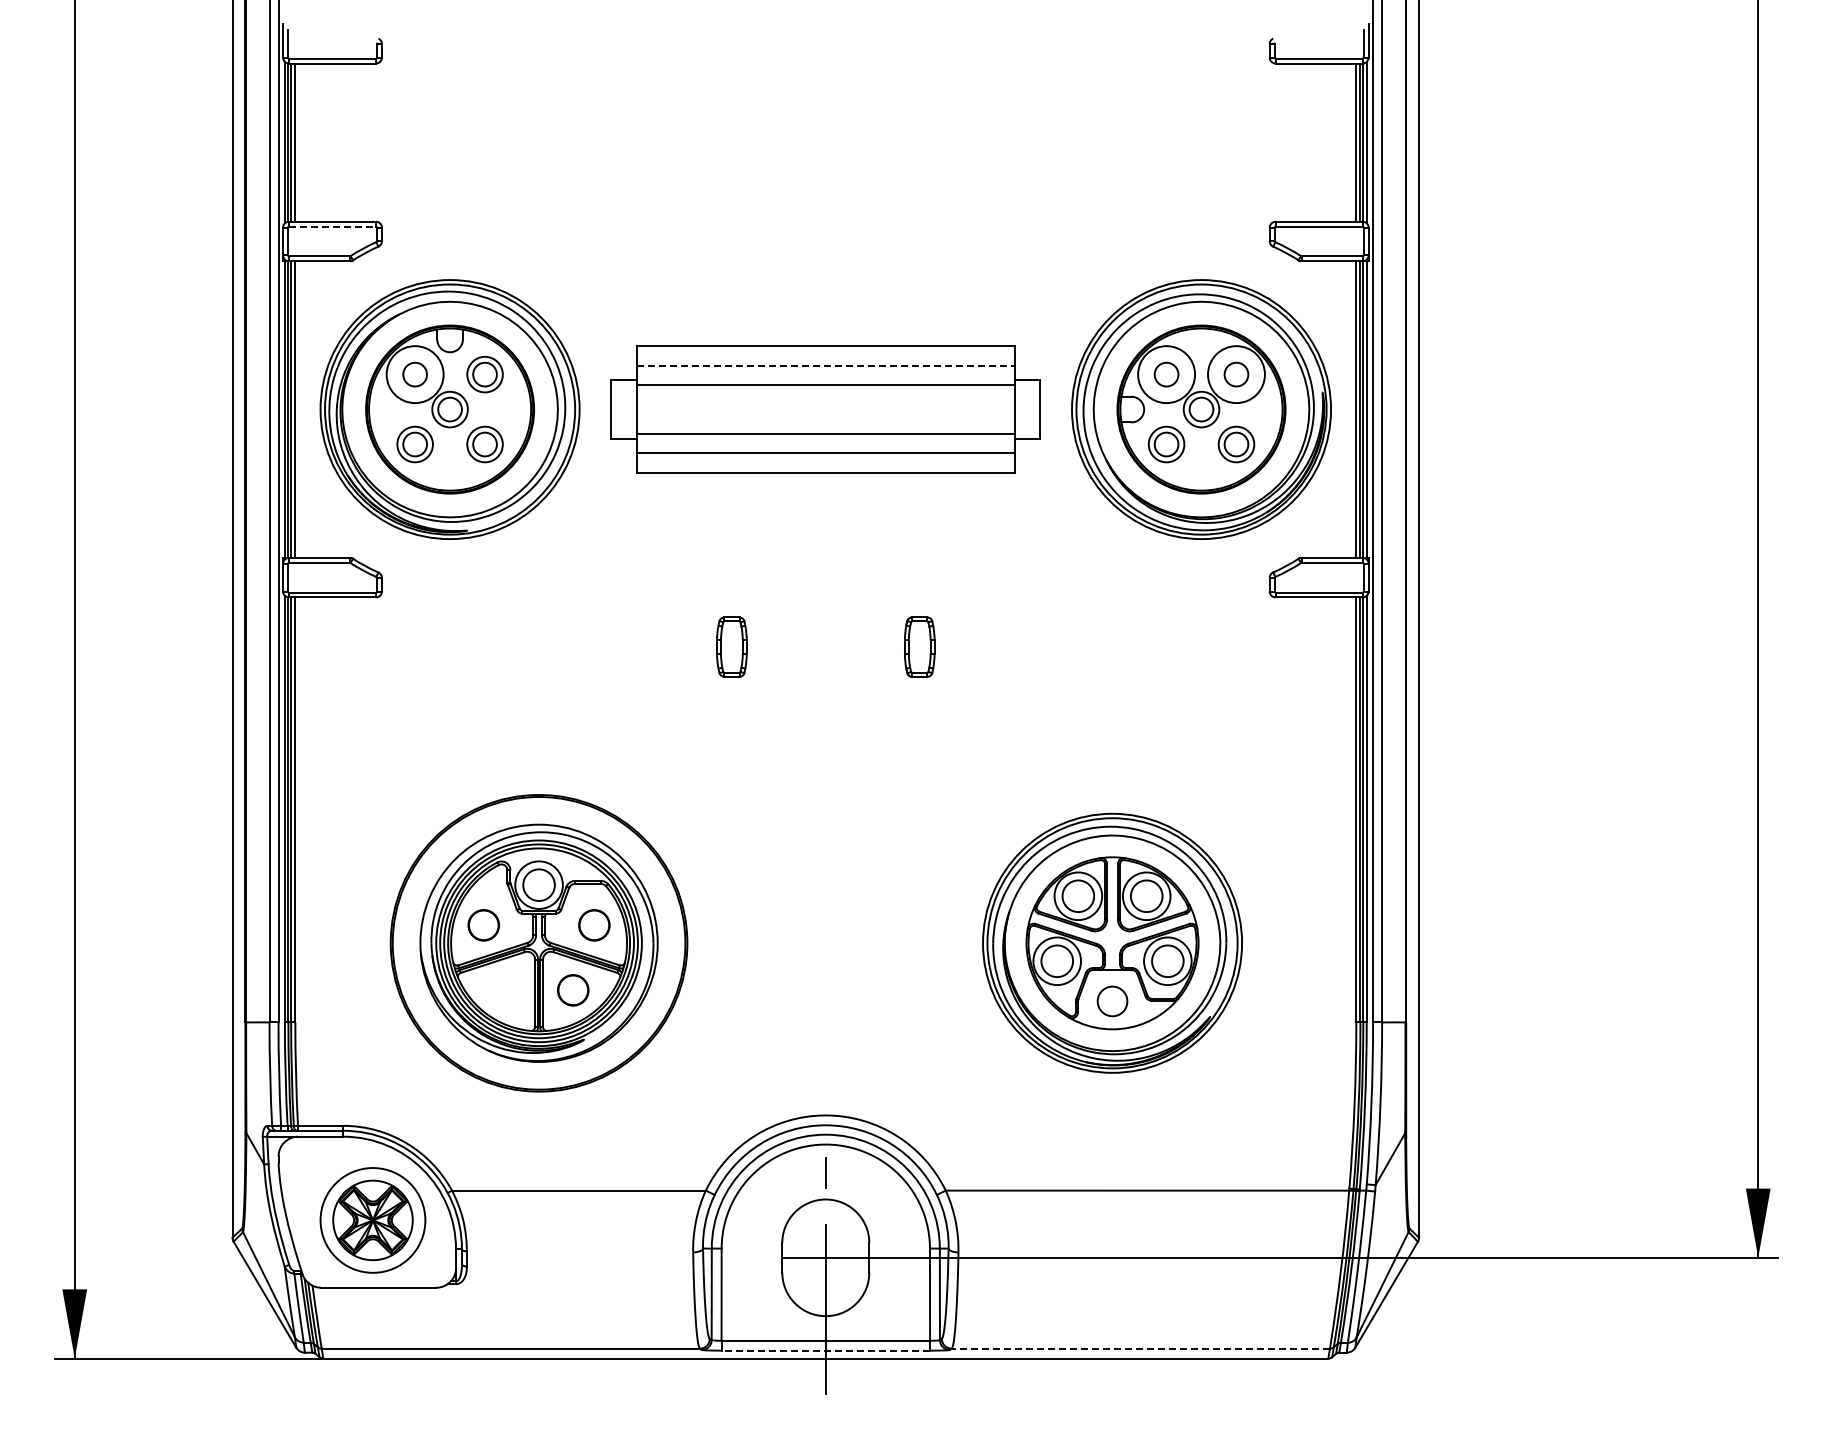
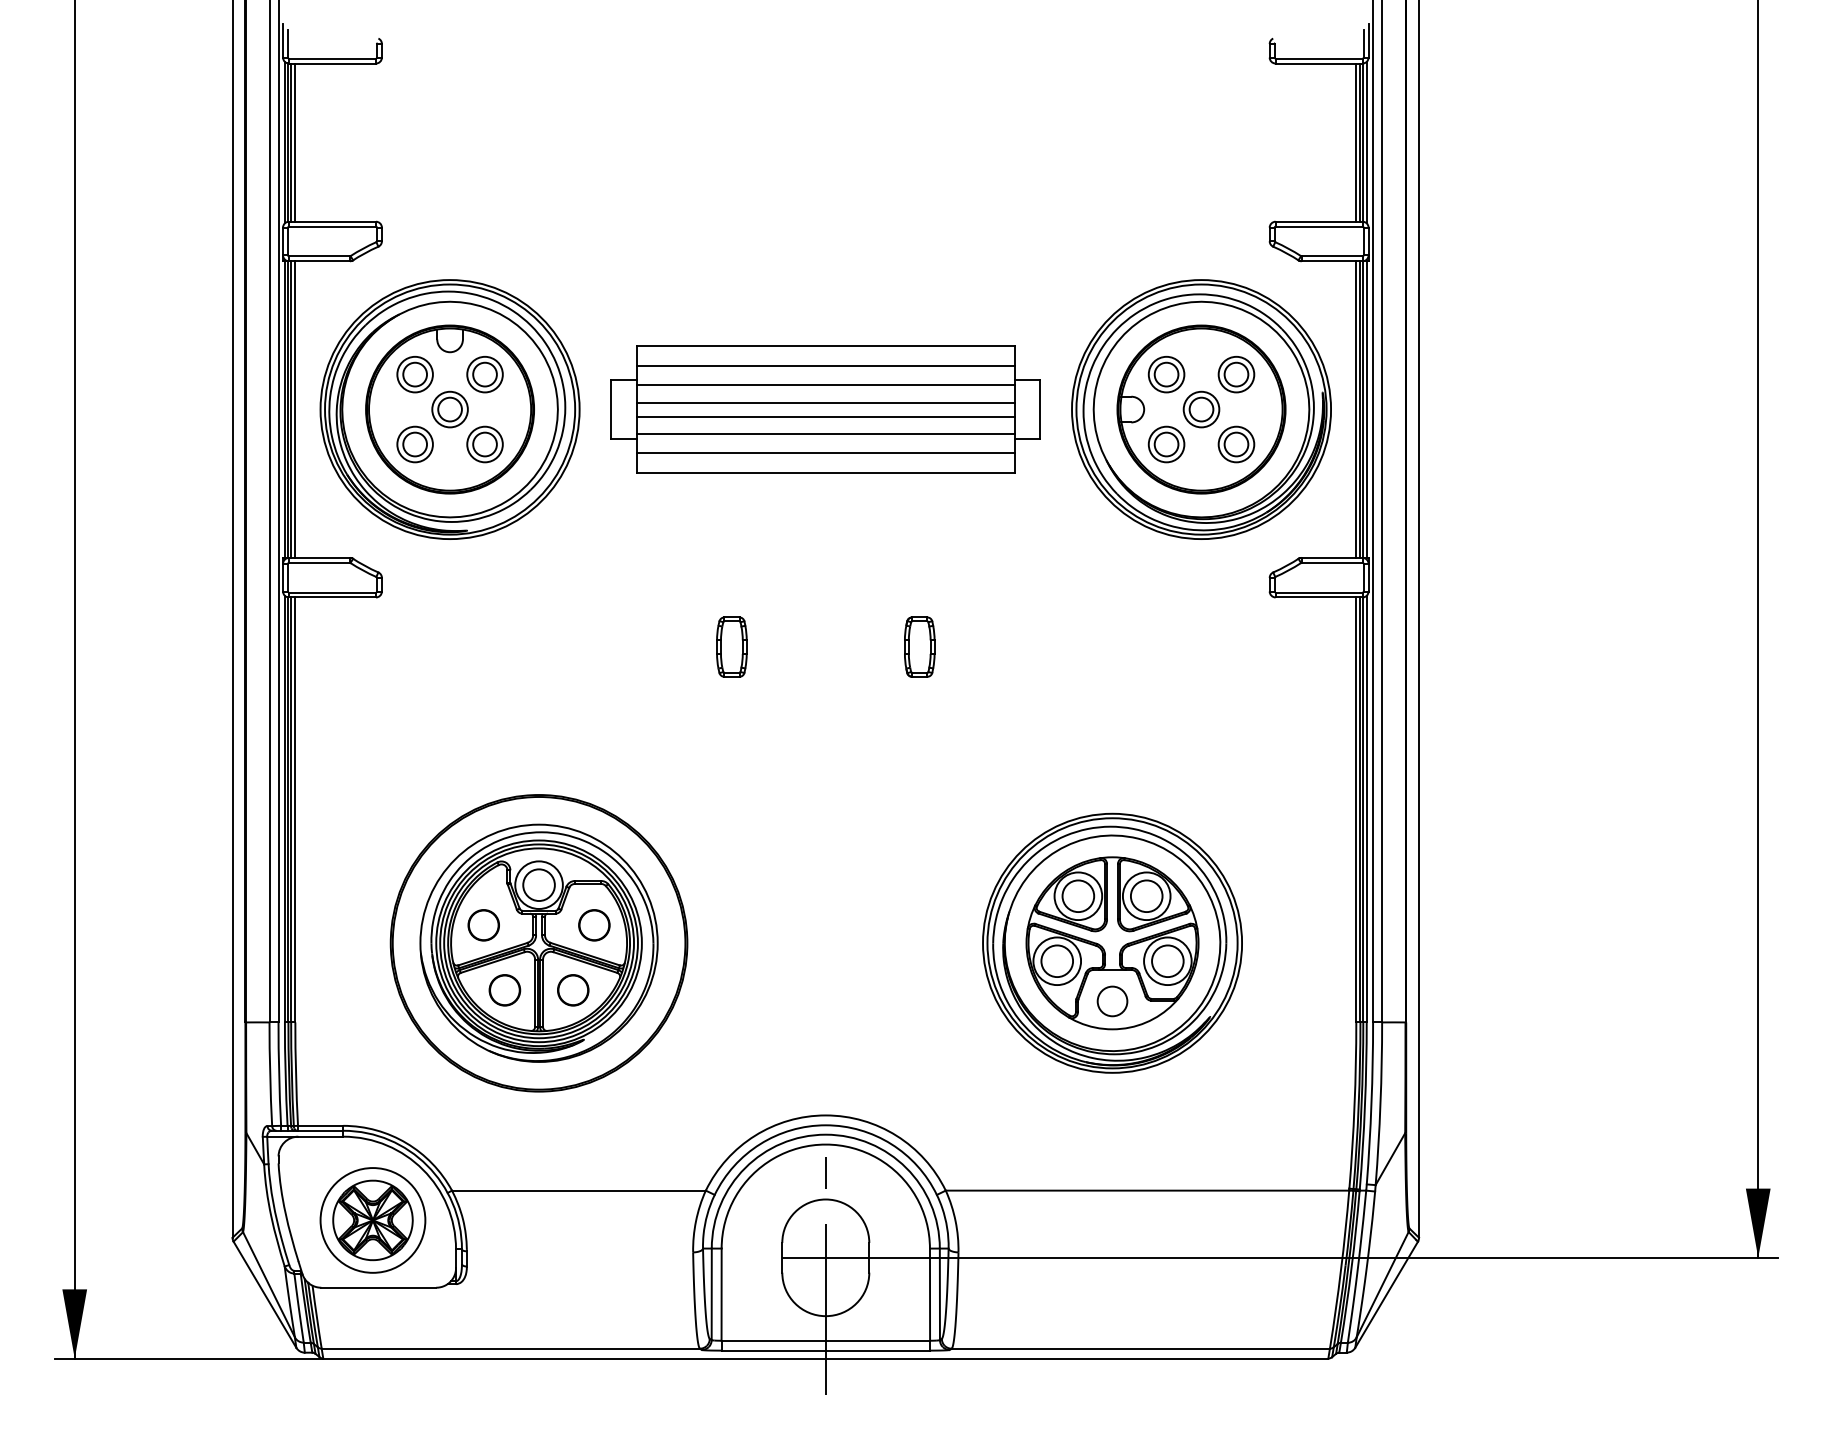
line at (332, 226): dashed -> solid
line at (825, 366): dashed -> solid
circle at (414, 374) diameter: 57 px -> 36 px
circle at (1166, 374) diameter: 57 px -> 36 px
circle at (1236, 374) diameter: 57 px -> 36 px
line at (825, 402): none -> present
line at (825, 416): none -> present
part at (504, 990): none -> present
line at (1140, 1348): dashed -> solid
line at (825, 1350): dashed -> solid
